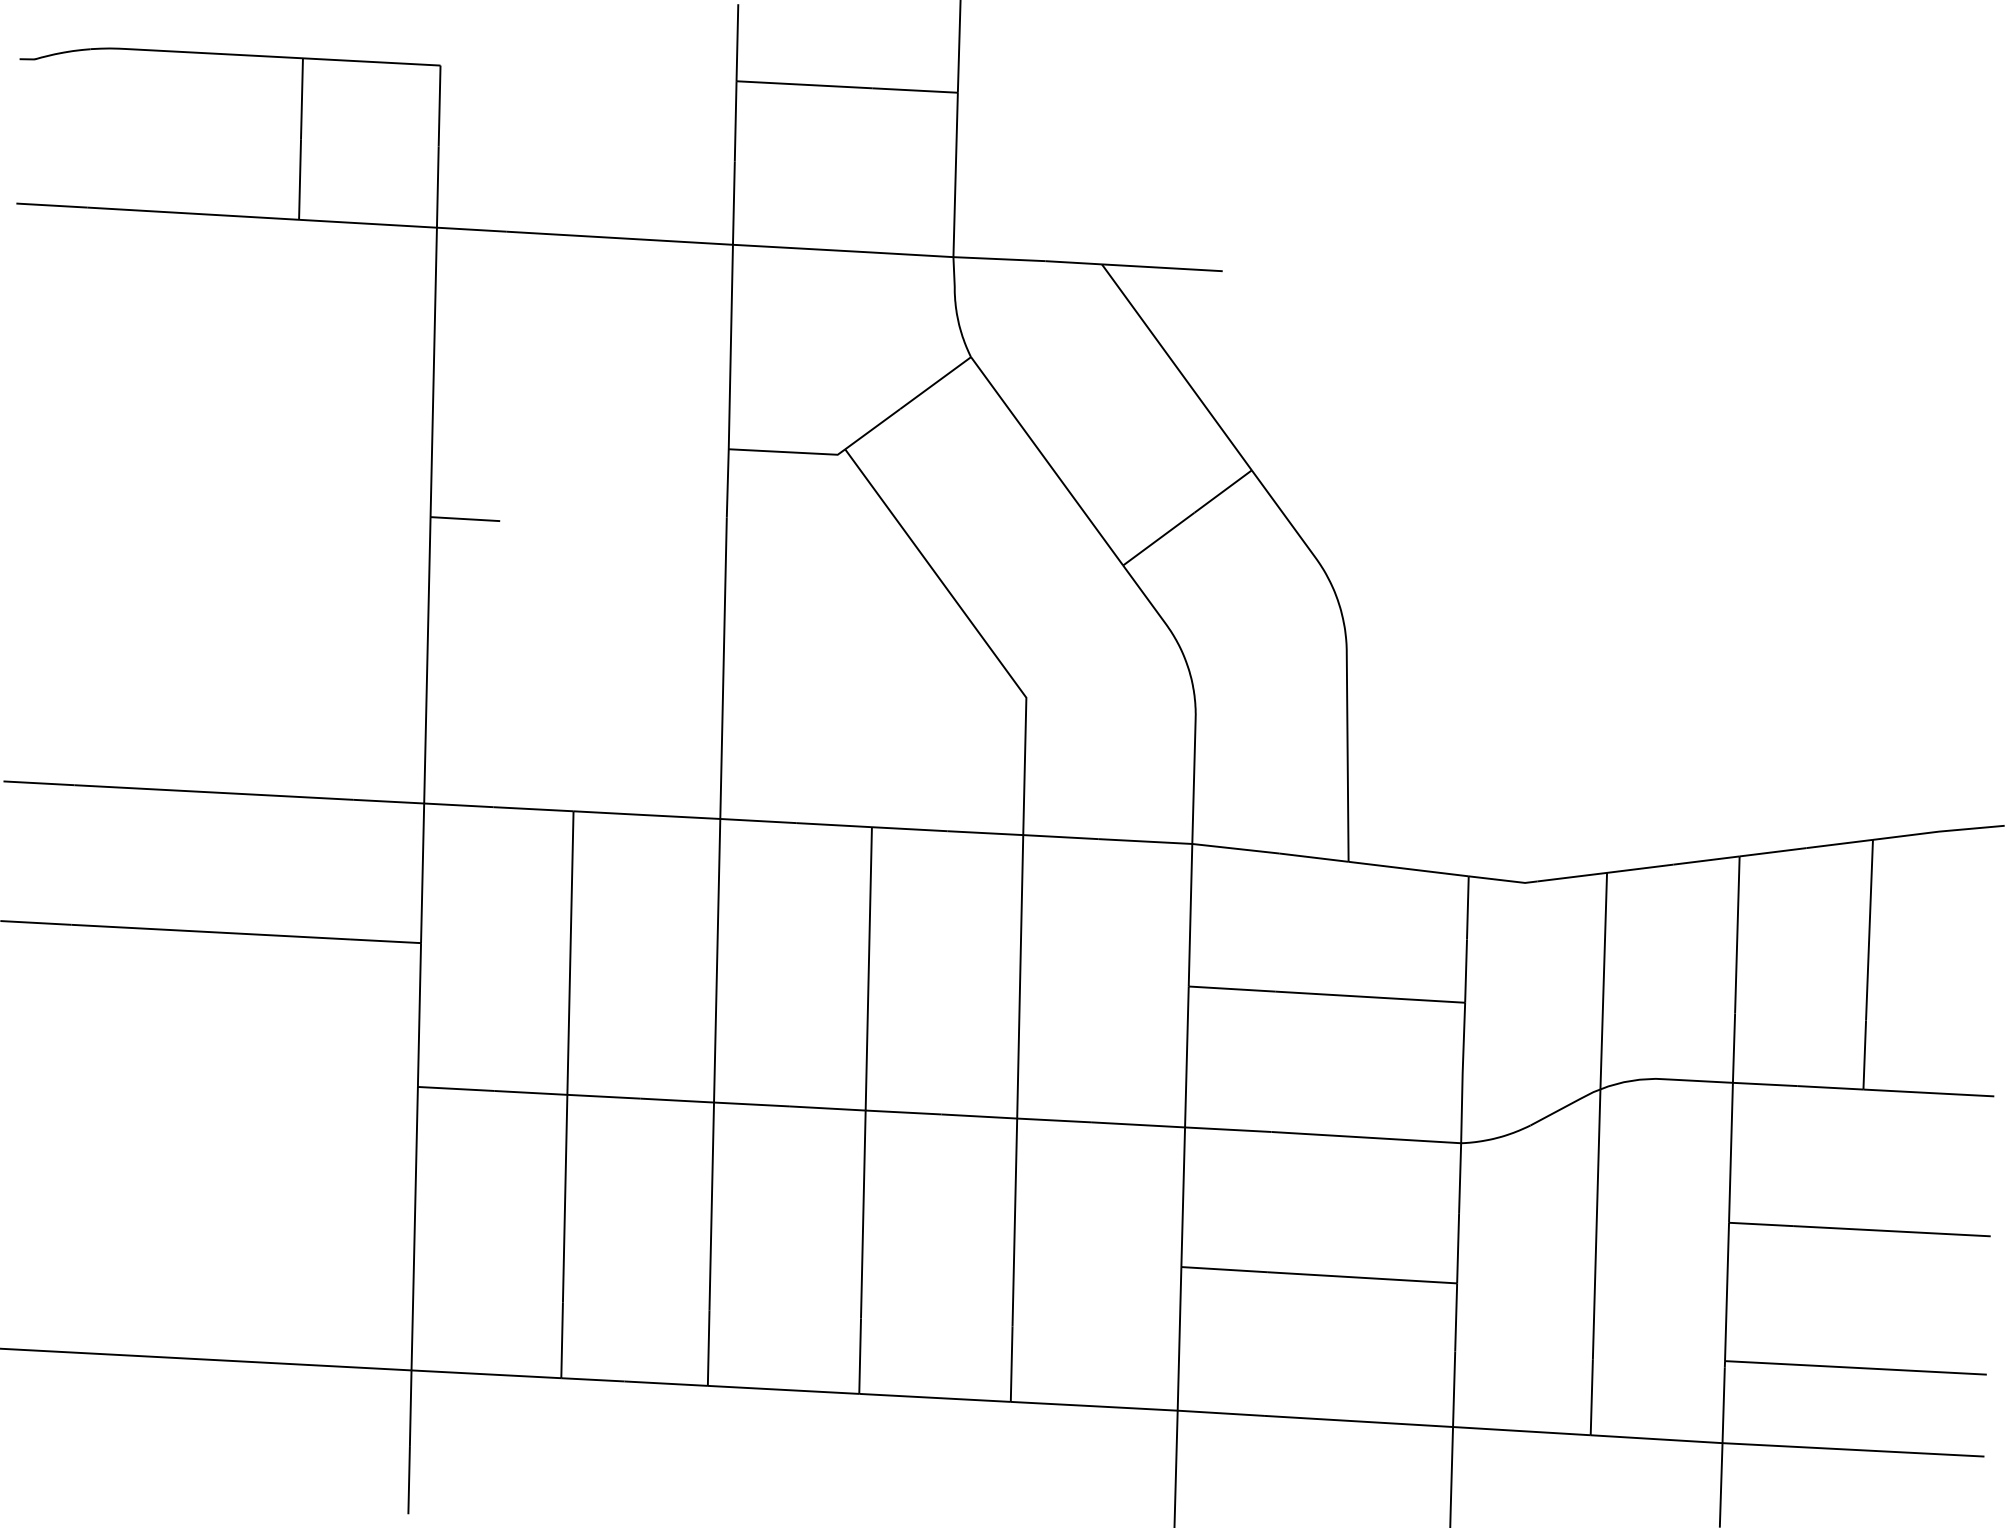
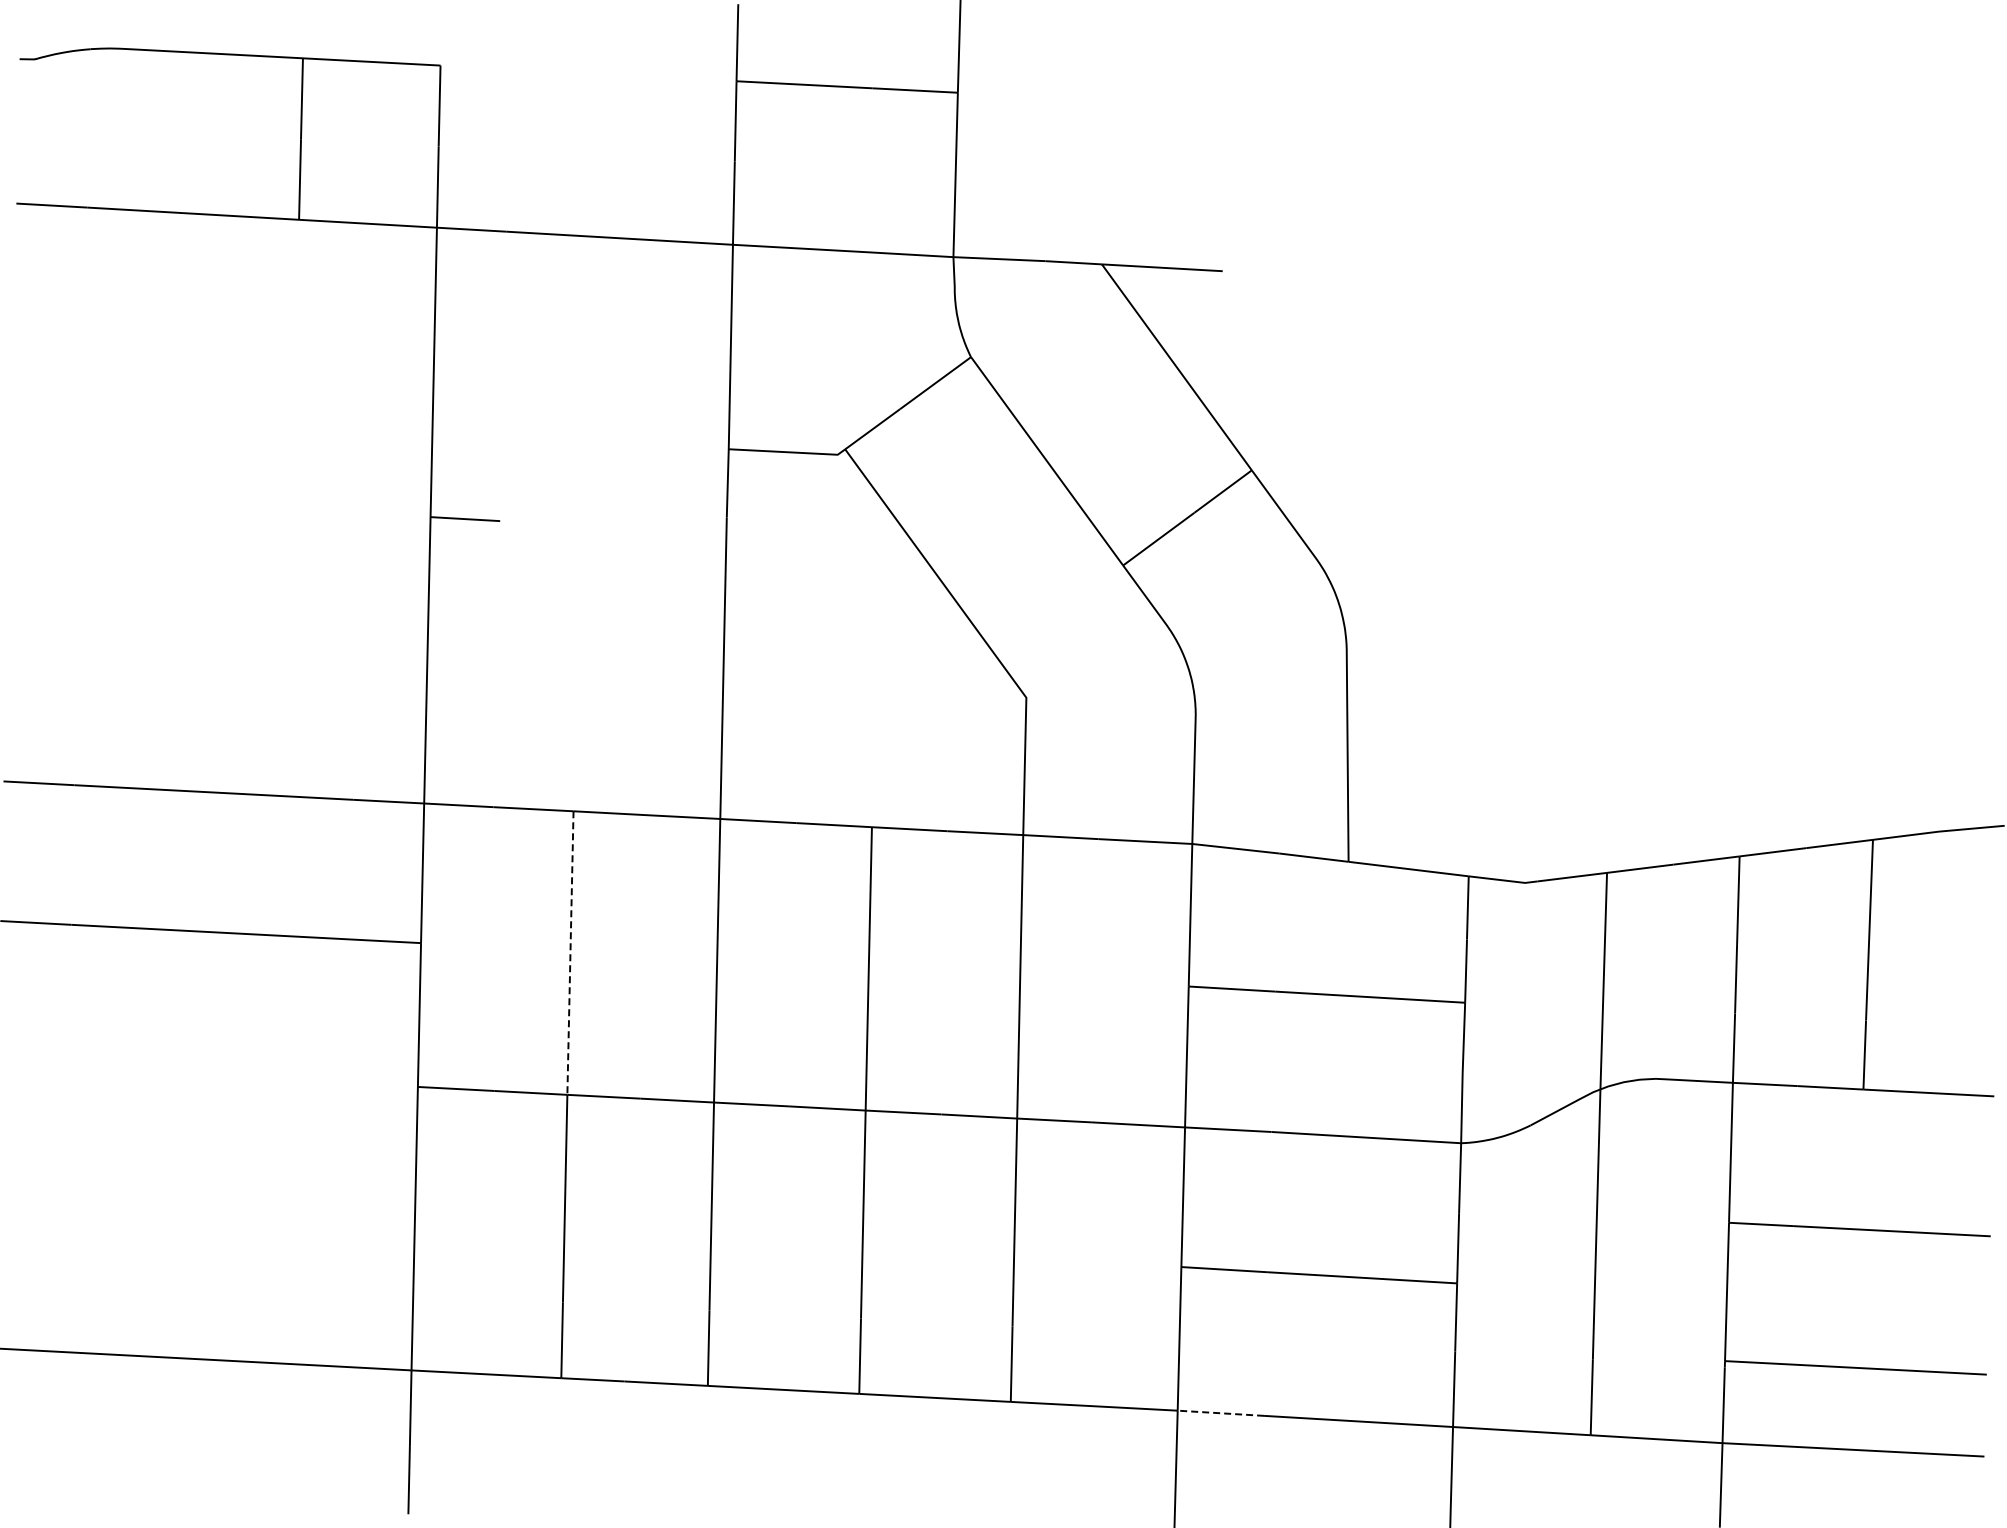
line at (570, 953): solid -> dashed
line at (1220, 1413): solid -> dashed
